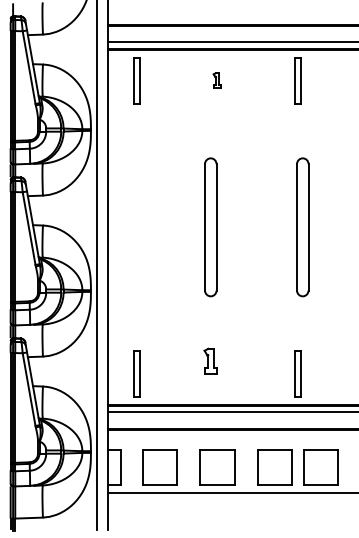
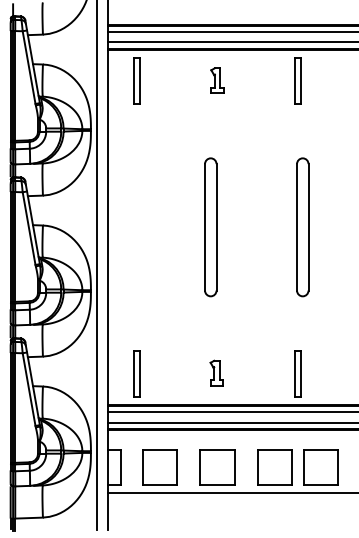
line at (231, 32): none -> present
part at (216, 80) size: 10x17 px -> 15x27 px
part at (210, 360) position: (210, 360) -> (216, 372)
line at (231, 422): none -> present
